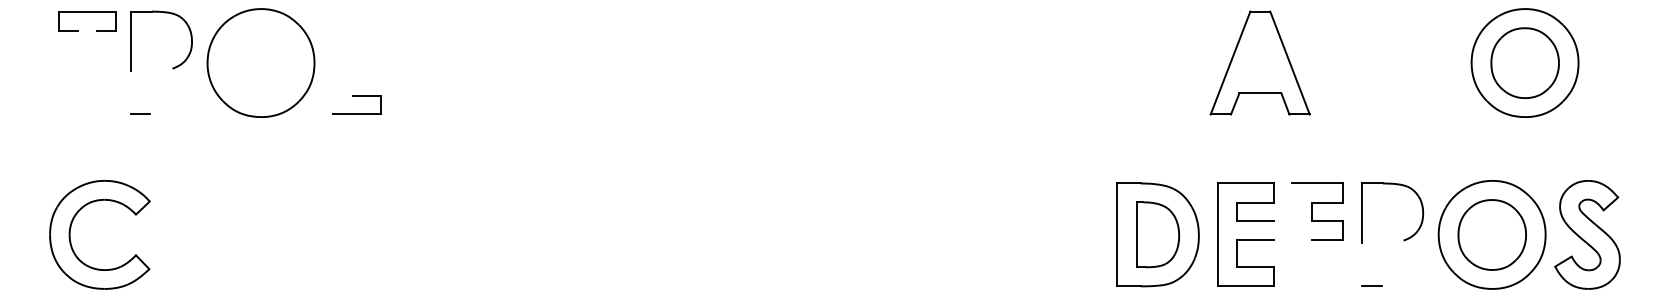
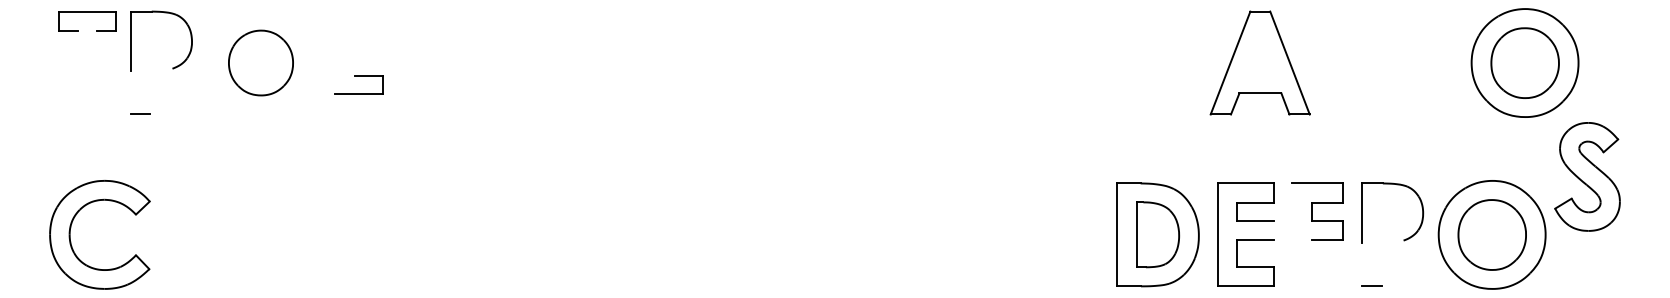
part at (260, 62) size: 110x110 px -> 66x68 px
part at (356, 96) position: (356, 96) -> (358, 76)
part at (1587, 234) position: (1587, 234) -> (1587, 176)
